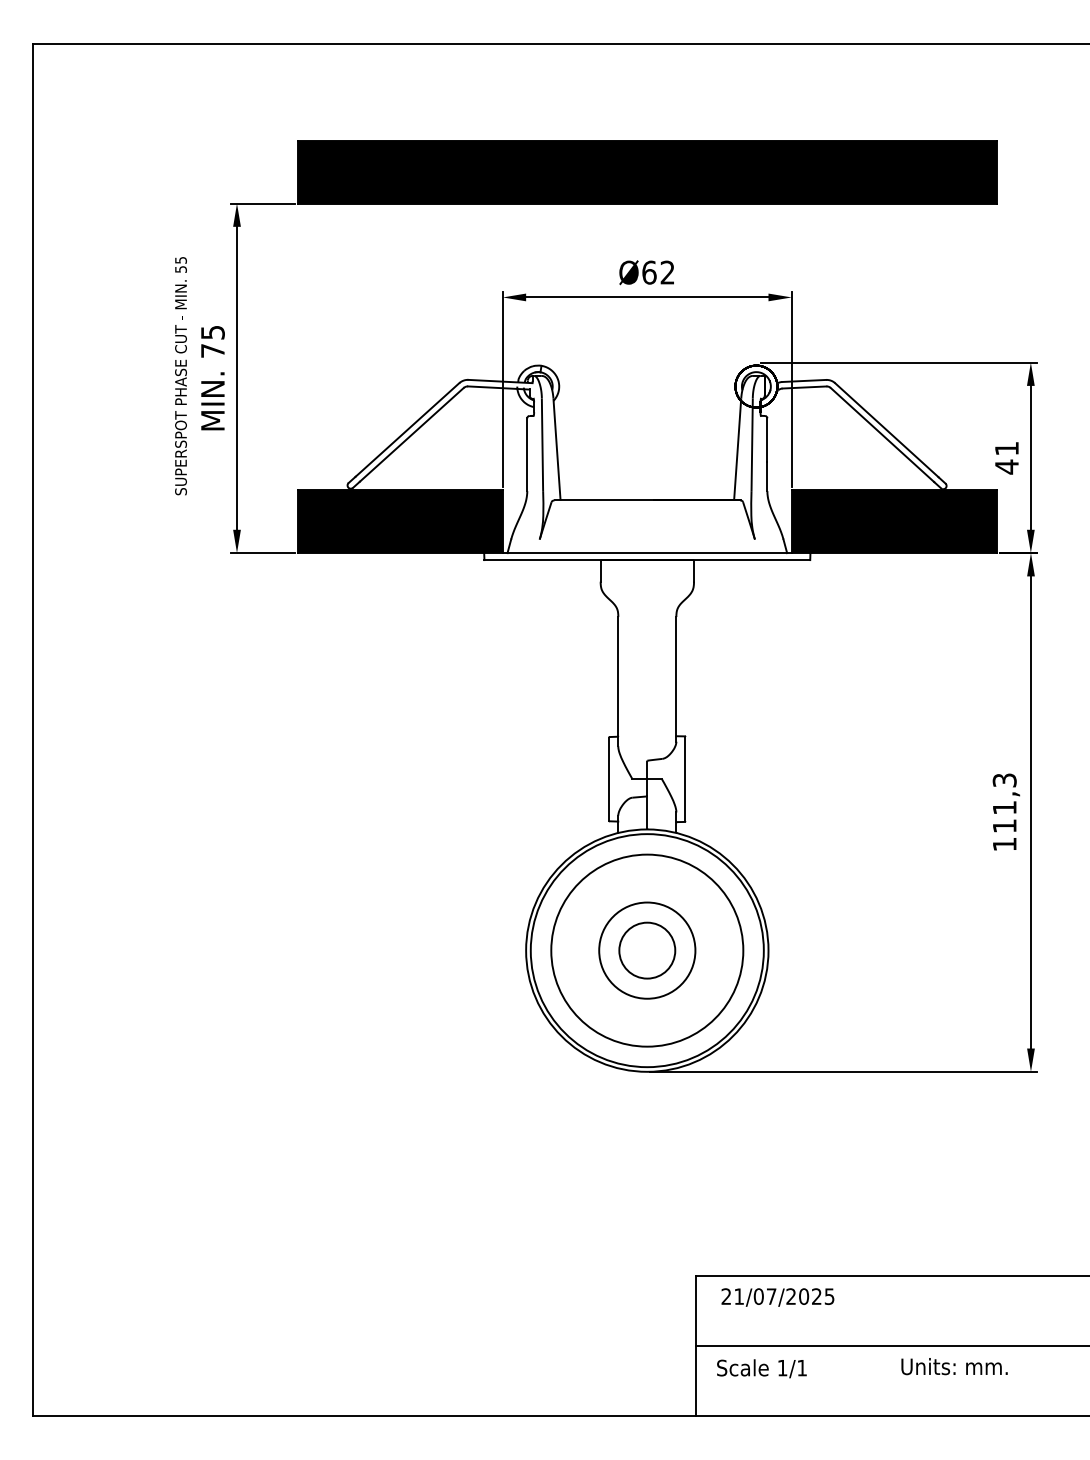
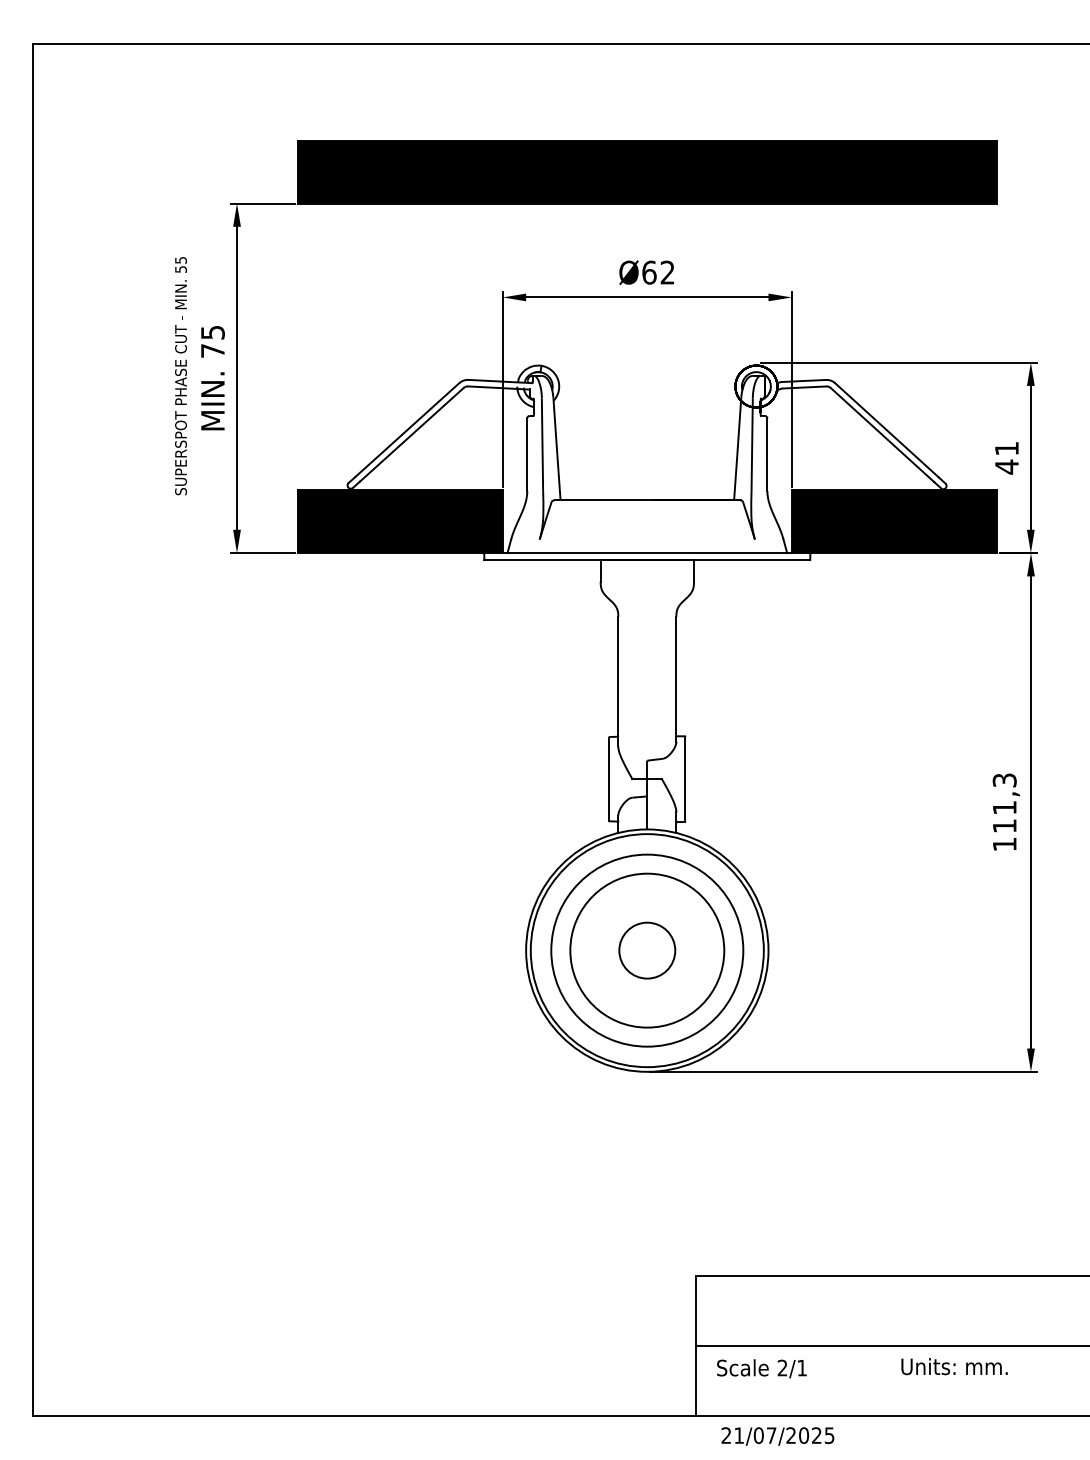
circle at (647, 950) diameter: 96 px -> 154 px
text at (777, 1297) position: (777, 1297) -> (777, 1436)
text at (782, 1367): 1/1 -> 2/1
